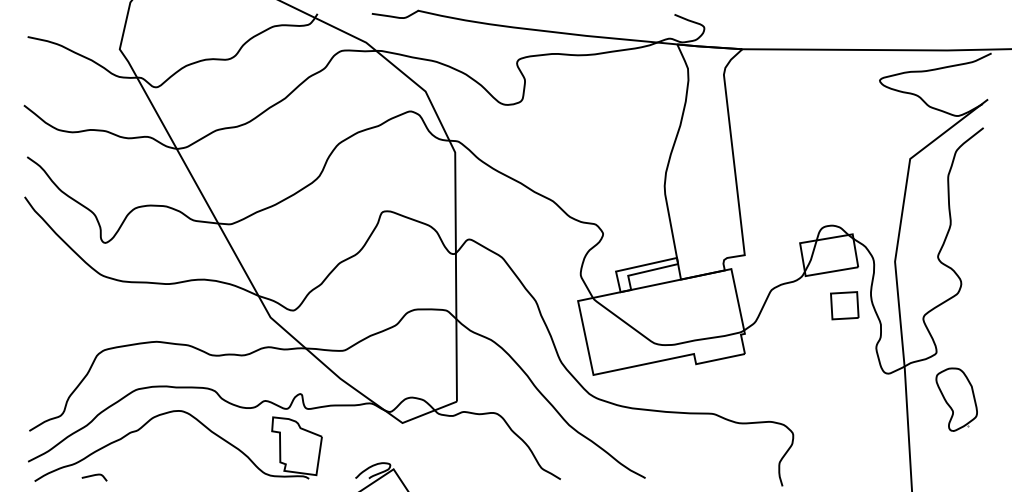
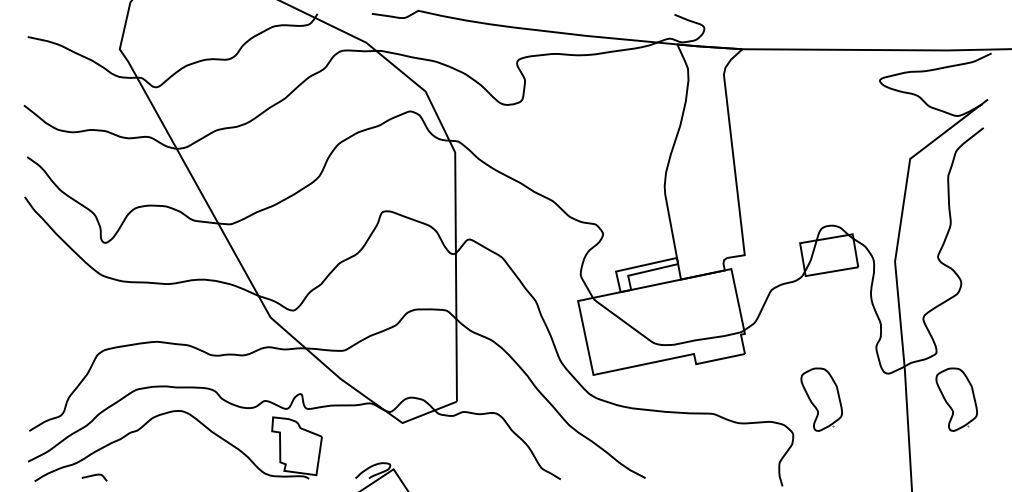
part at (844, 305): present -> none
part at (821, 399): none -> present
